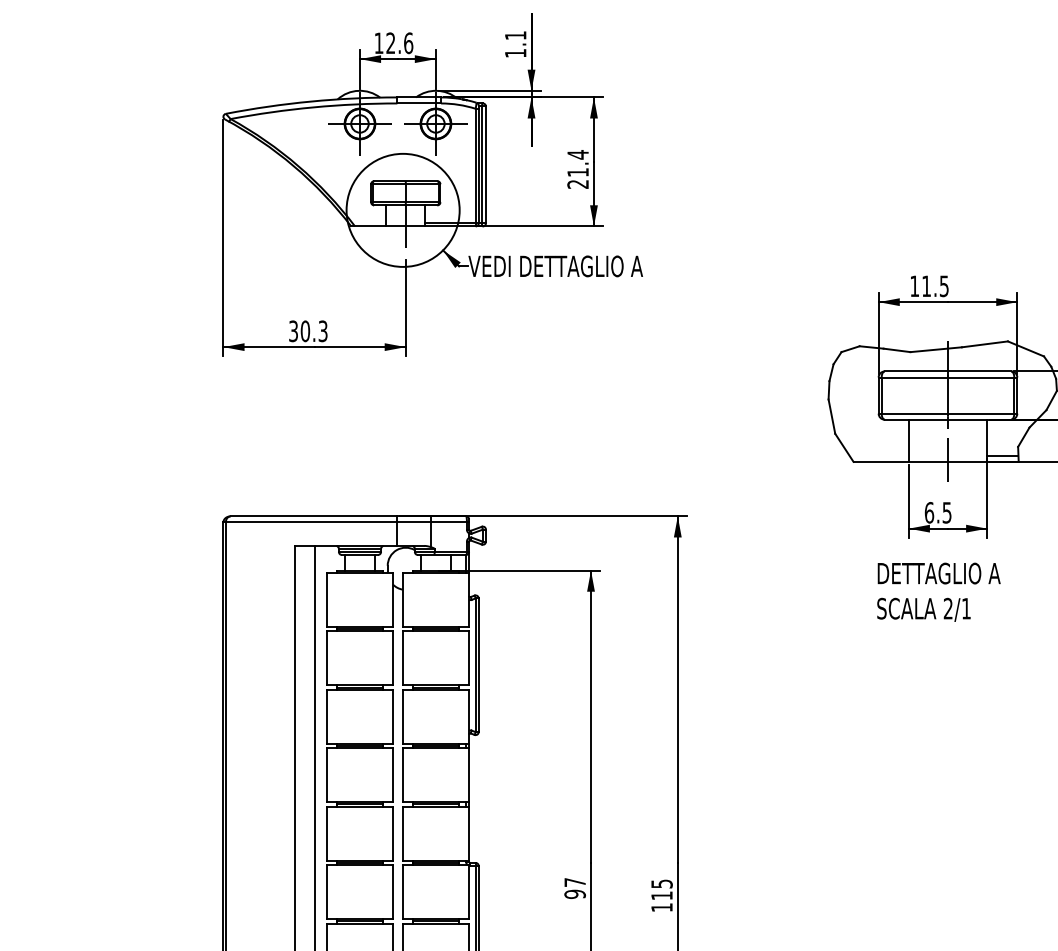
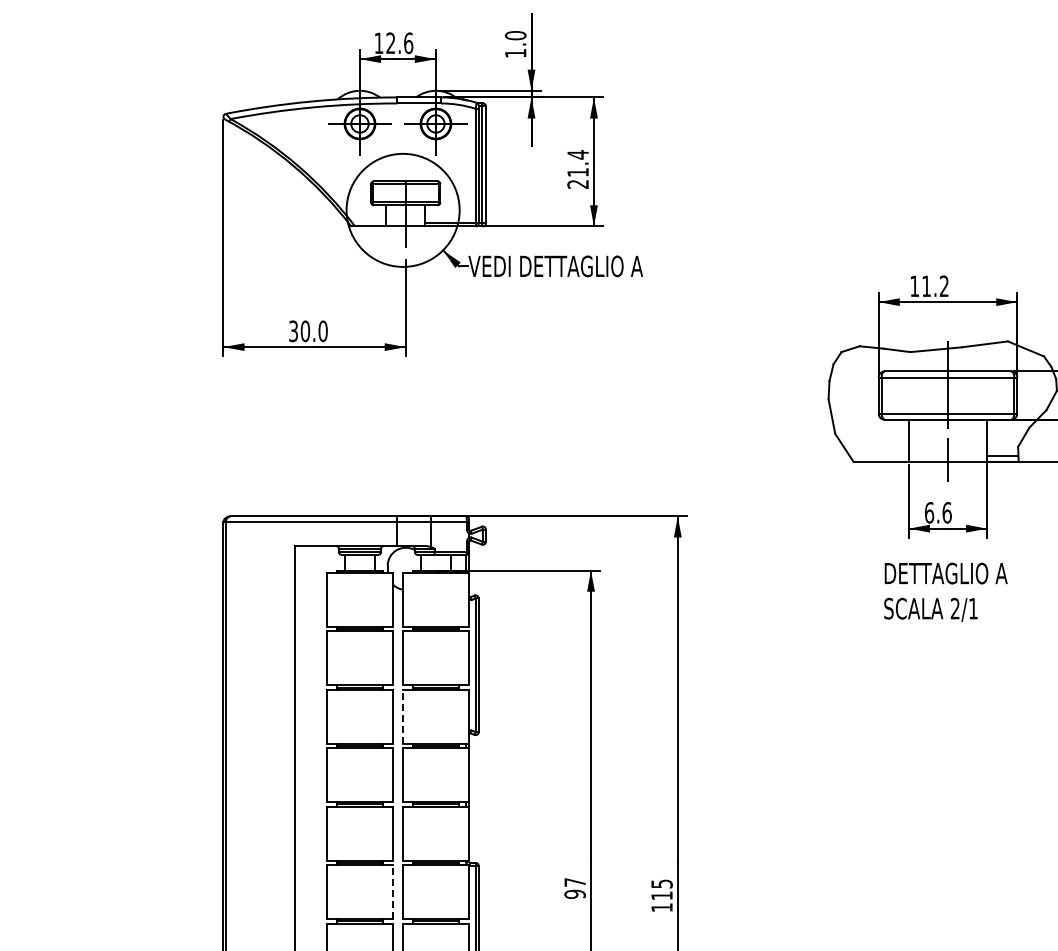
text at (515, 35): 1.1 -> 1.0
text at (943, 286): 11.5 -> 11.2
text at (322, 331): 30.3 -> 30.0
text at (946, 512): 6.5 -> 6.6
text at (938, 591) position: (938, 591) -> (945, 591)
line at (402, 716): solid -> dashed
line at (314, 746): present -> none
line at (393, 891): solid -> dashed
